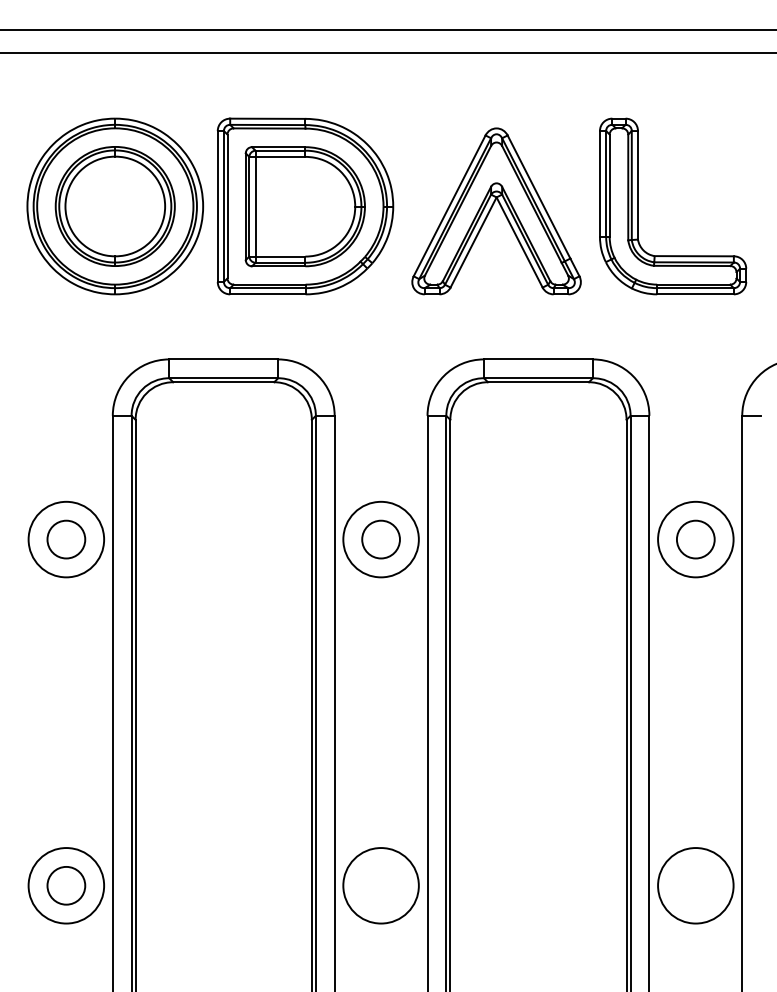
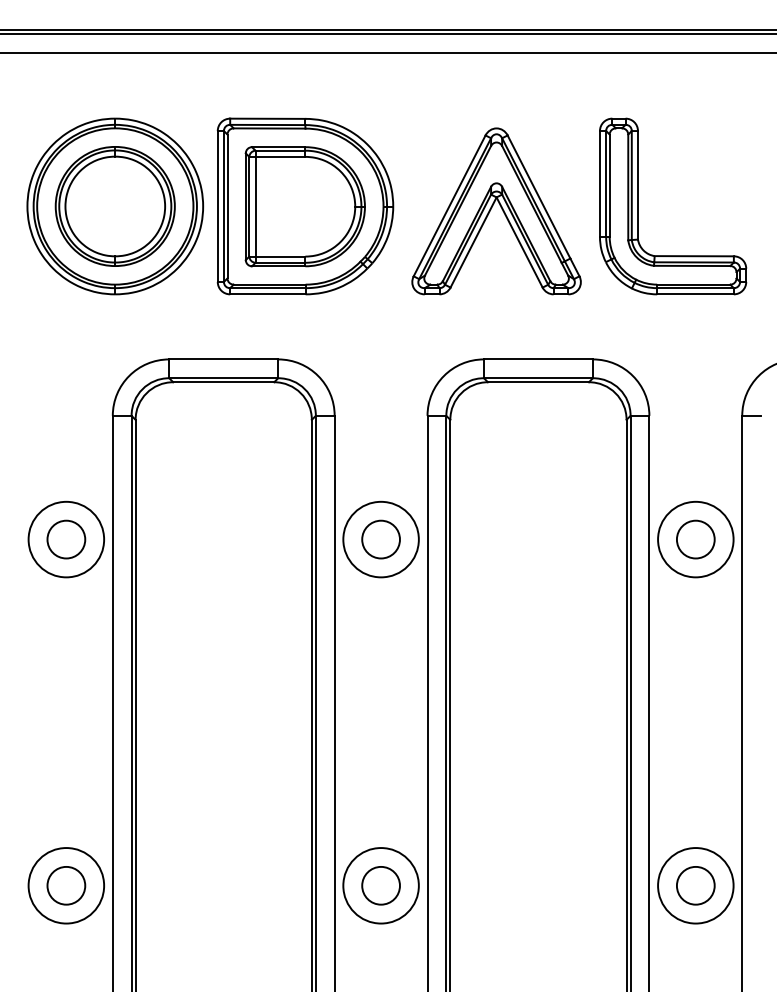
line at (387, 33): none -> present
circle at (380, 885): none -> present
circle at (695, 885): none -> present
